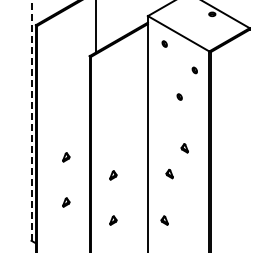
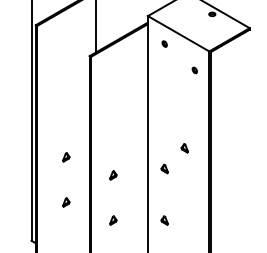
part at (179, 96): present -> none
line at (31, 119): dashed -> solid
part at (169, 173) position: (169, 173) -> (164, 168)
